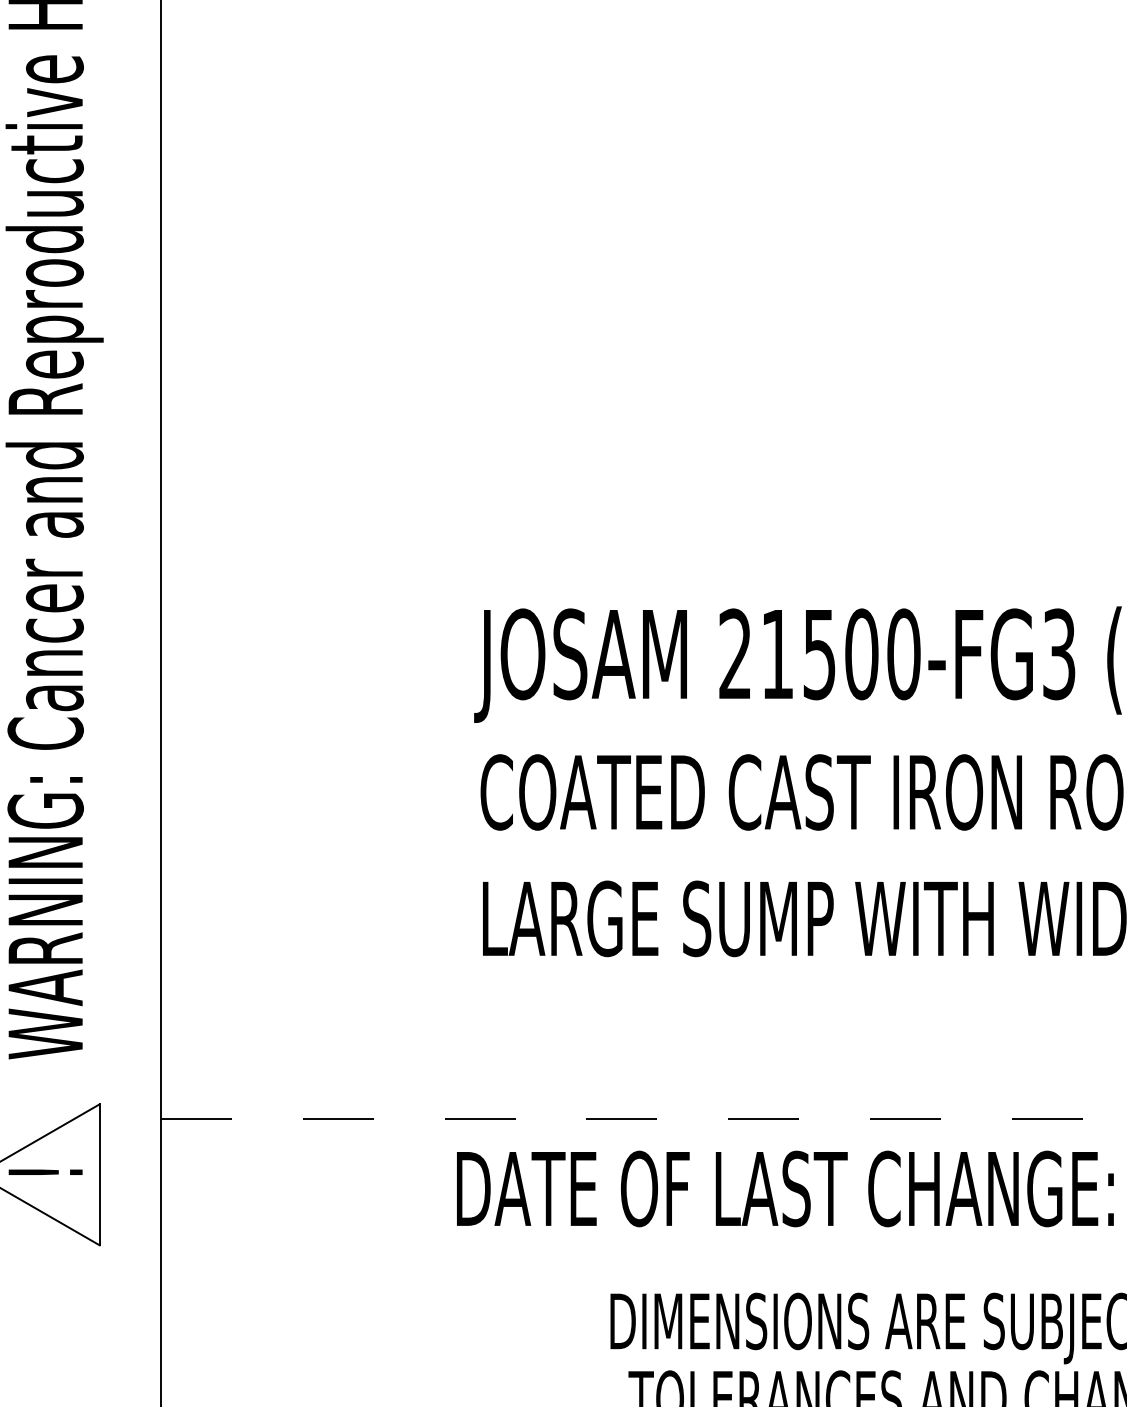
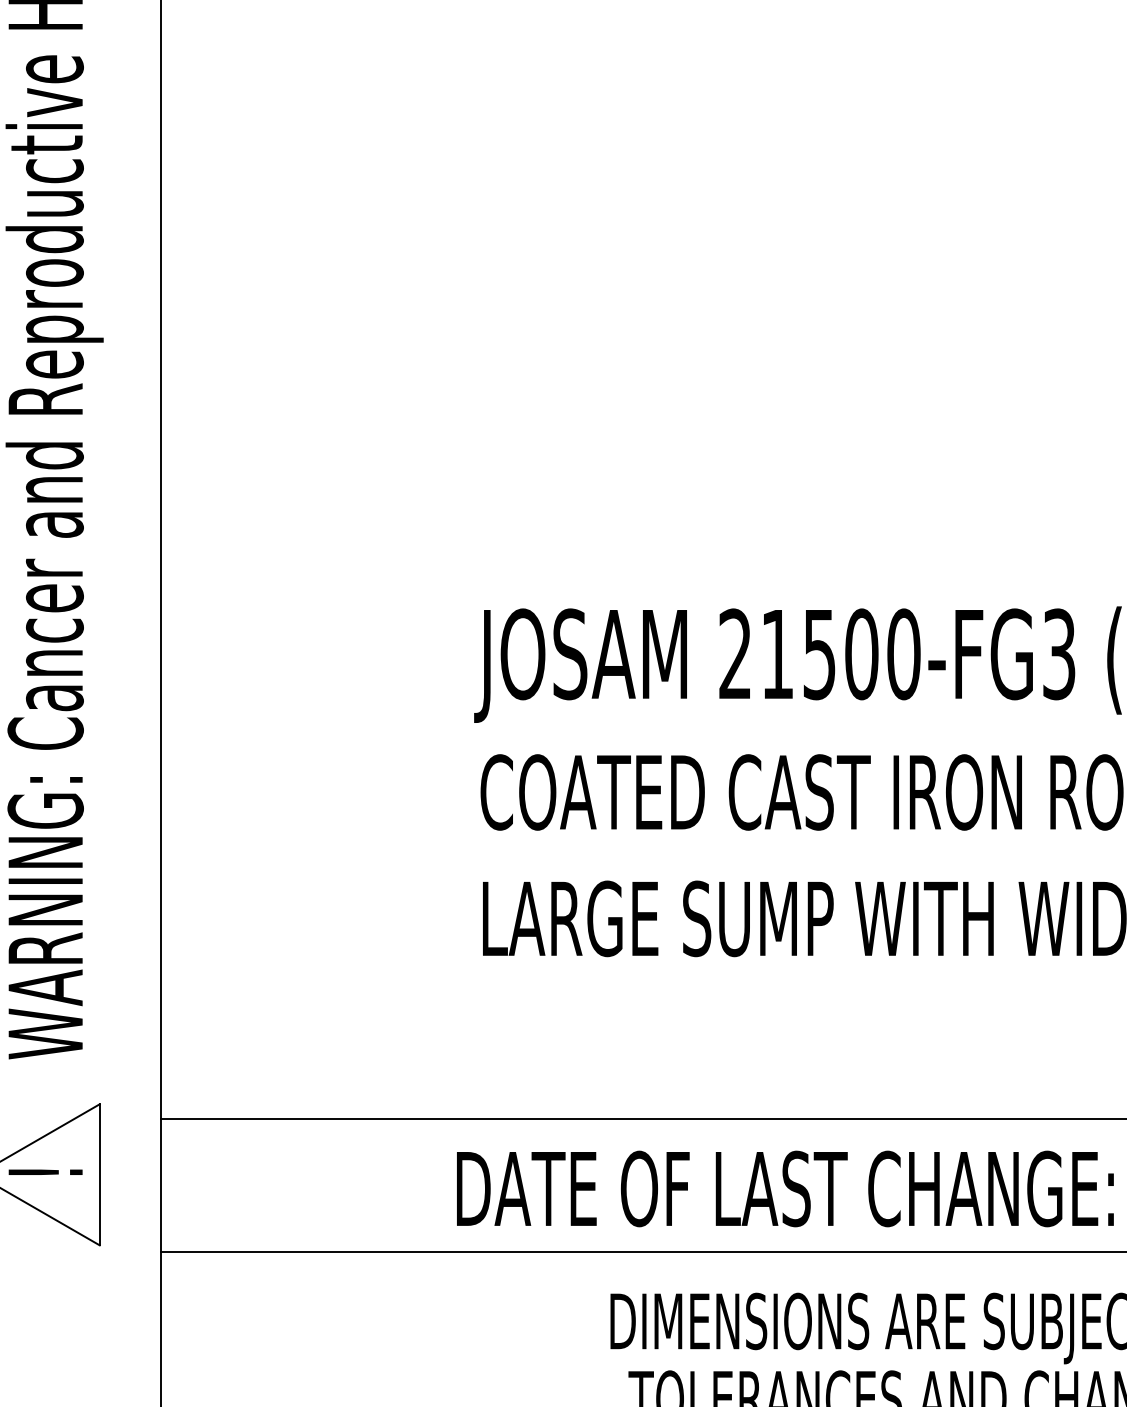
line at (643, 1119): dashed -> solid
line at (641, 1252): none -> present
